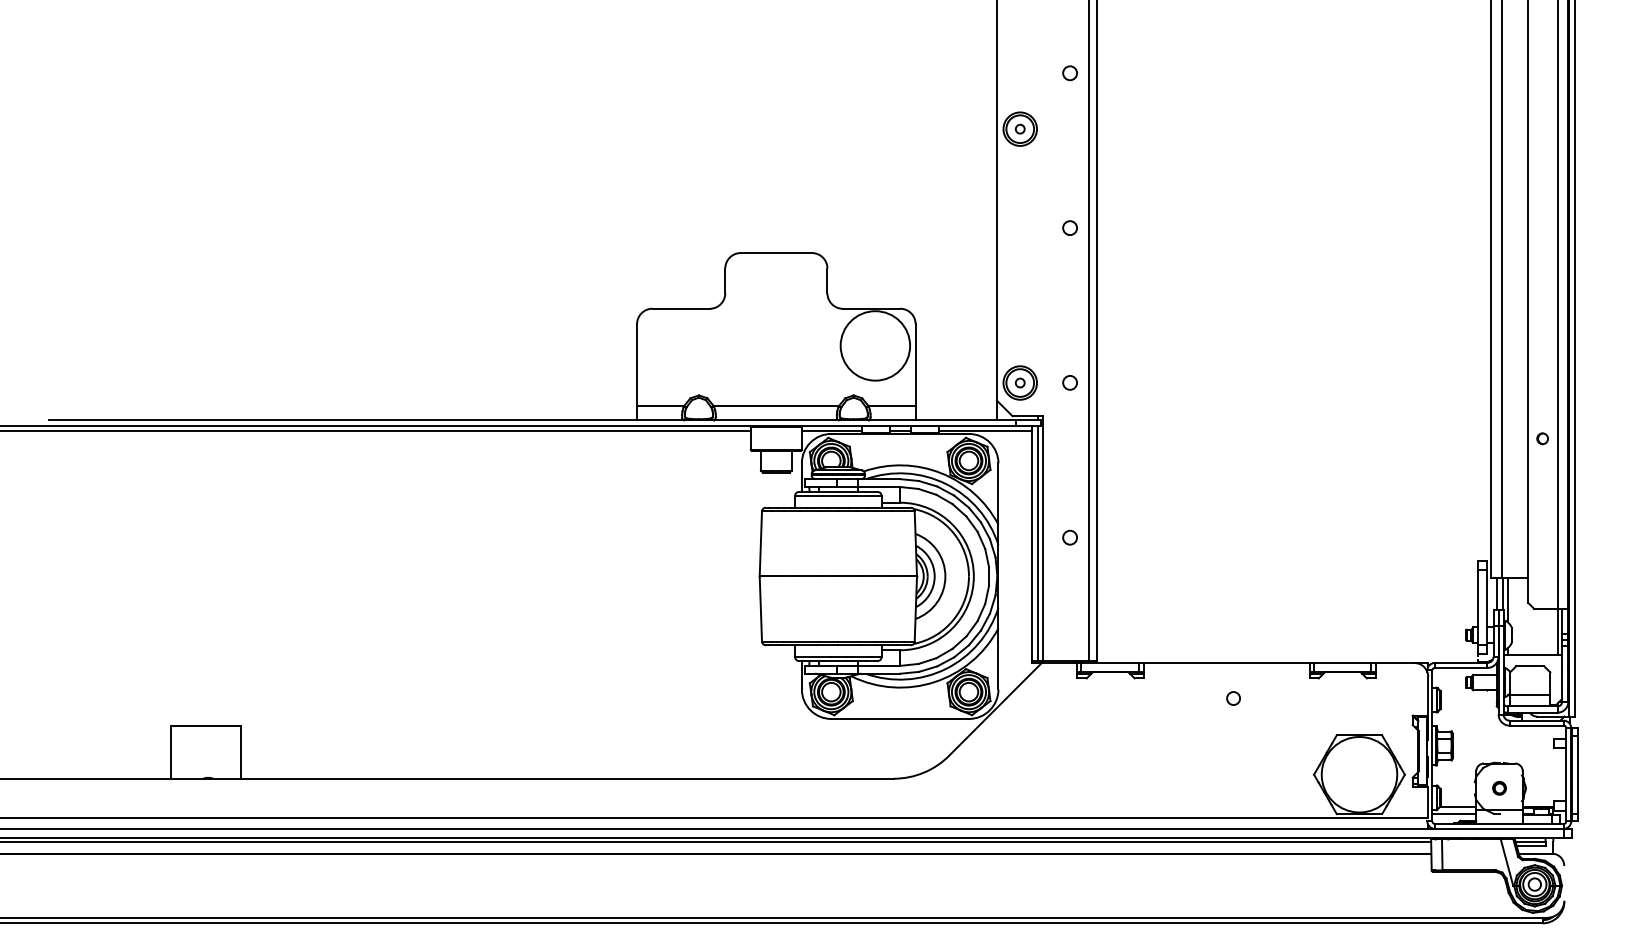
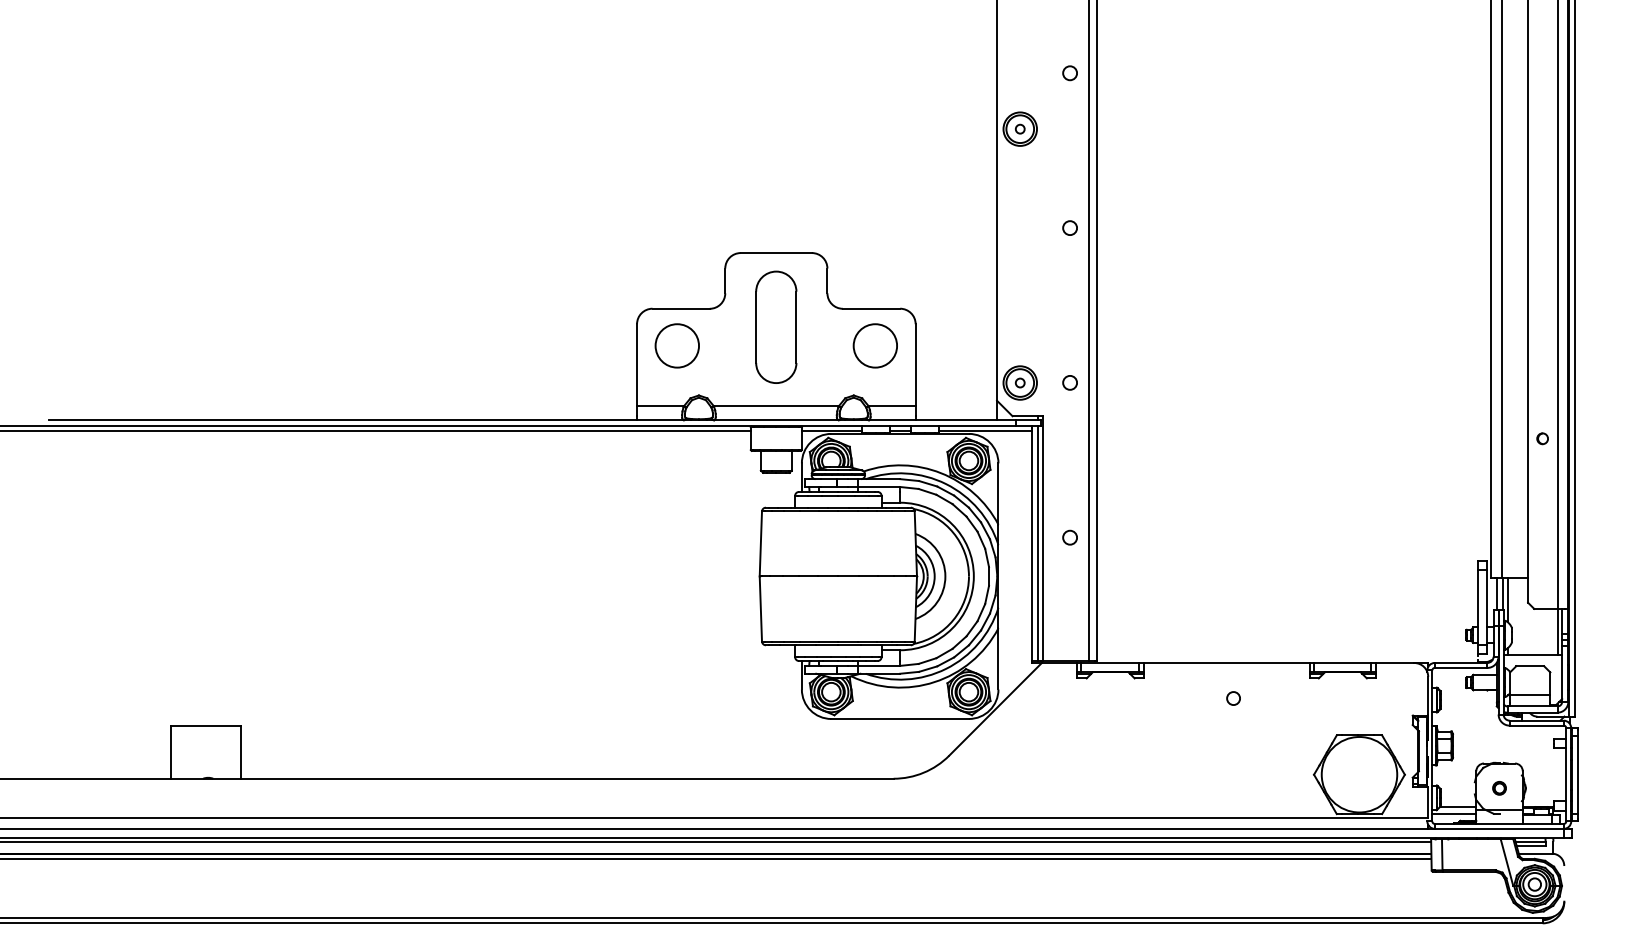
part at (776, 326): none -> present
circle at (676, 345): none -> present
circle at (875, 345) diameter: 69 px -> 43 px
line at (716, 859): none -> present
